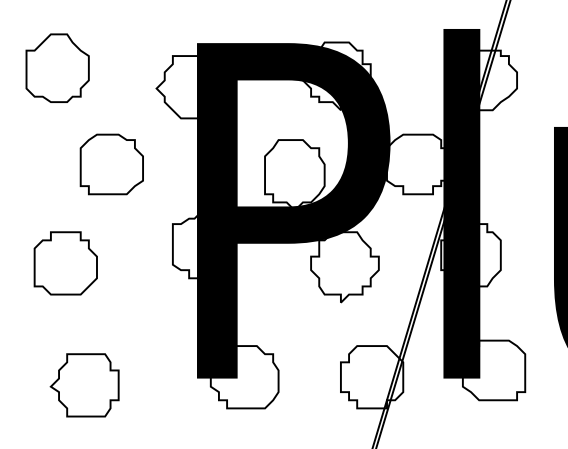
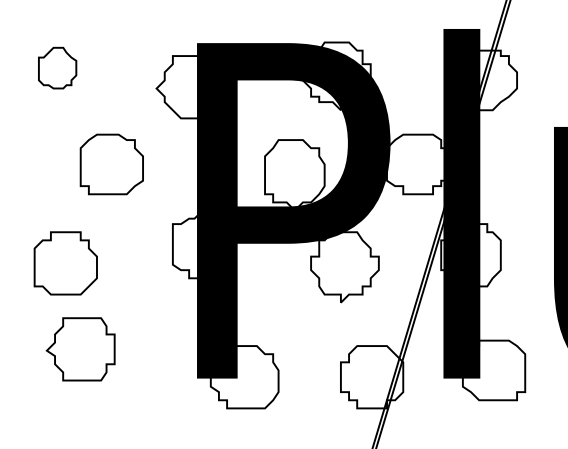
part at (57, 67) size: 65x70 px -> 40x44 px
part at (84, 385) position: (84, 385) -> (80, 349)
